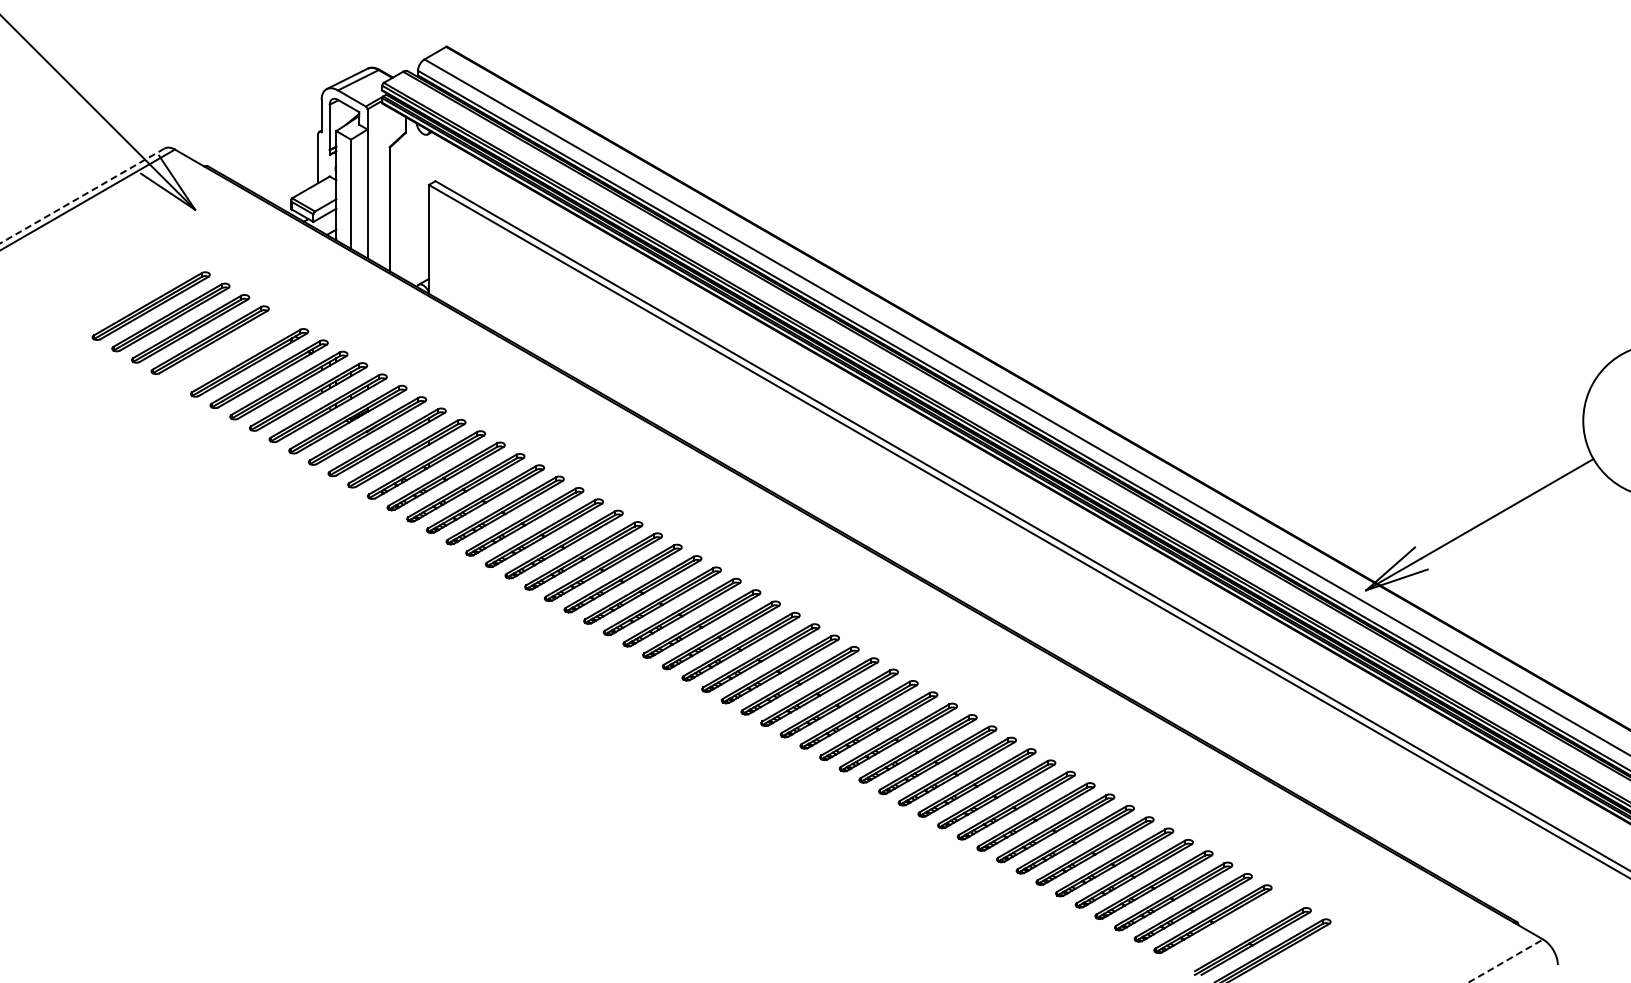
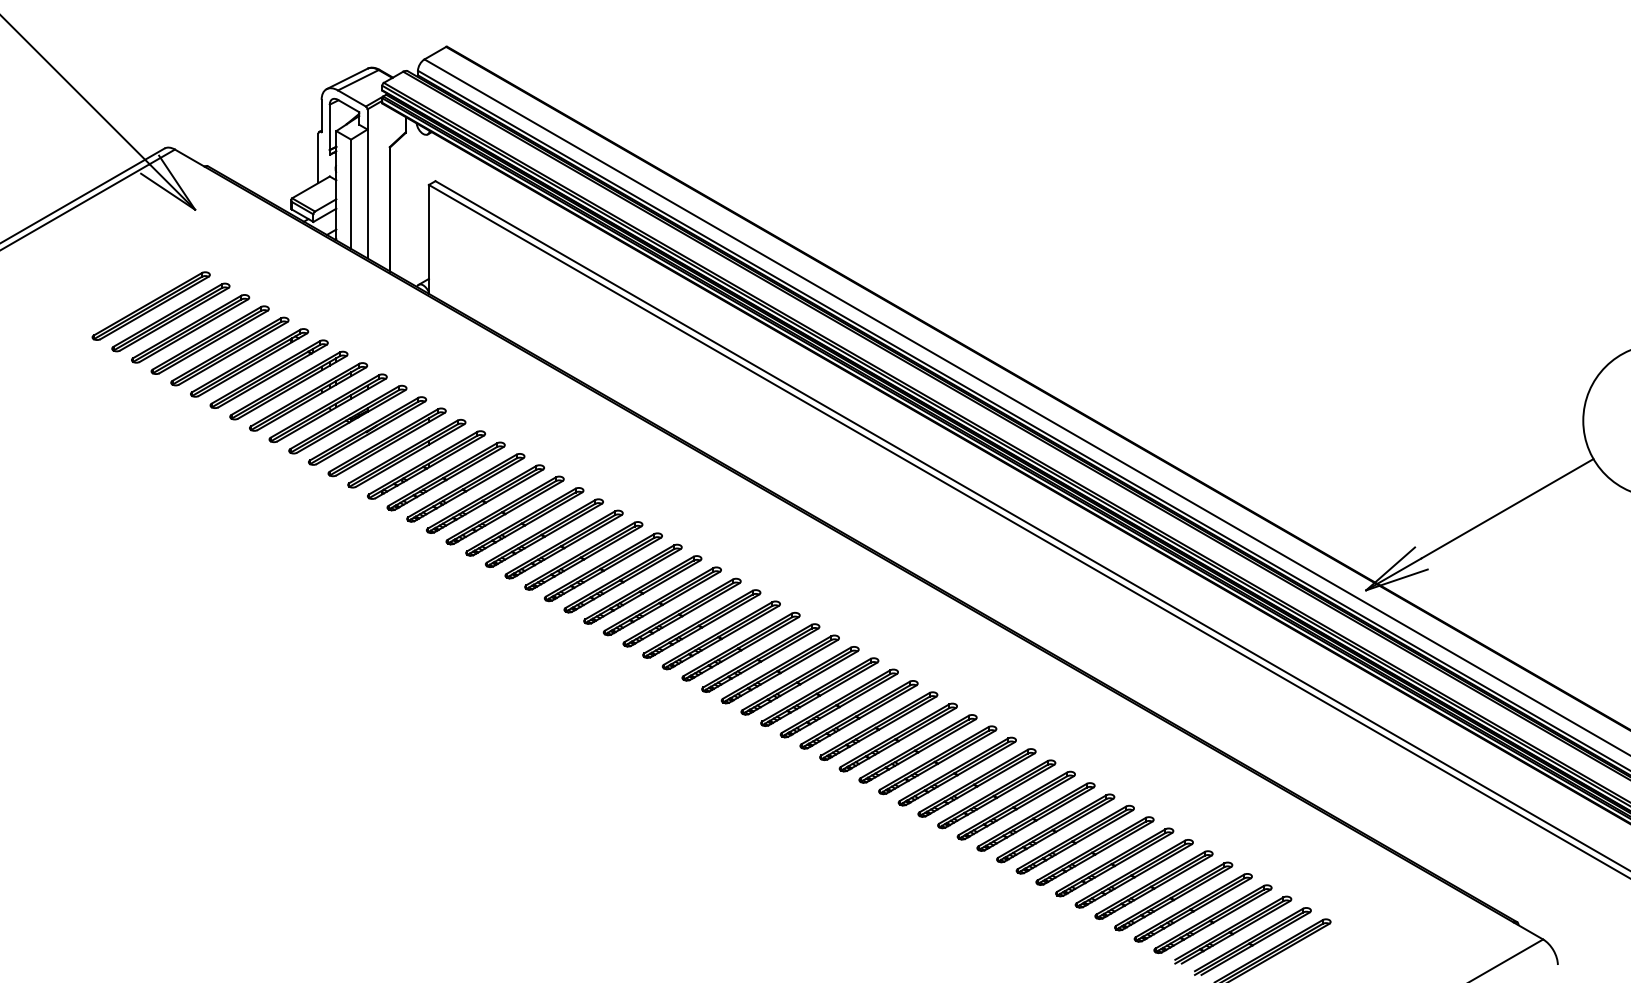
line at (82, 196): dashed -> solid
part at (229, 351): none -> present
part at (1233, 929): none -> present
line at (1505, 960): dashed -> solid
